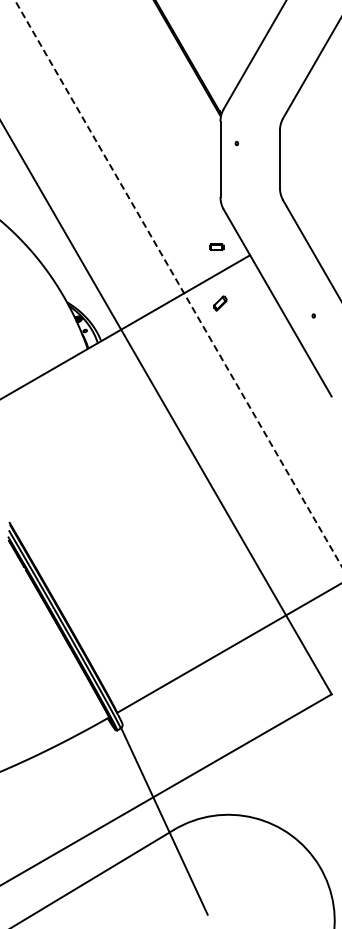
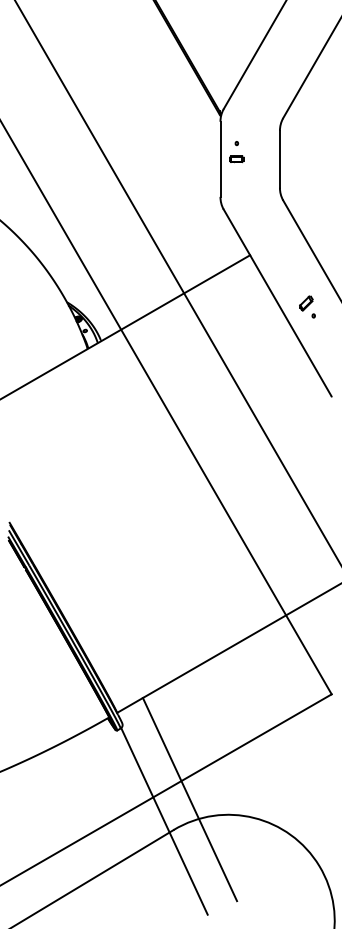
part at (216, 247) position: (216, 247) -> (236, 159)
line at (178, 283): dashed -> solid
part at (220, 303) position: (220, 303) -> (306, 303)
line at (189, 799): none -> present
